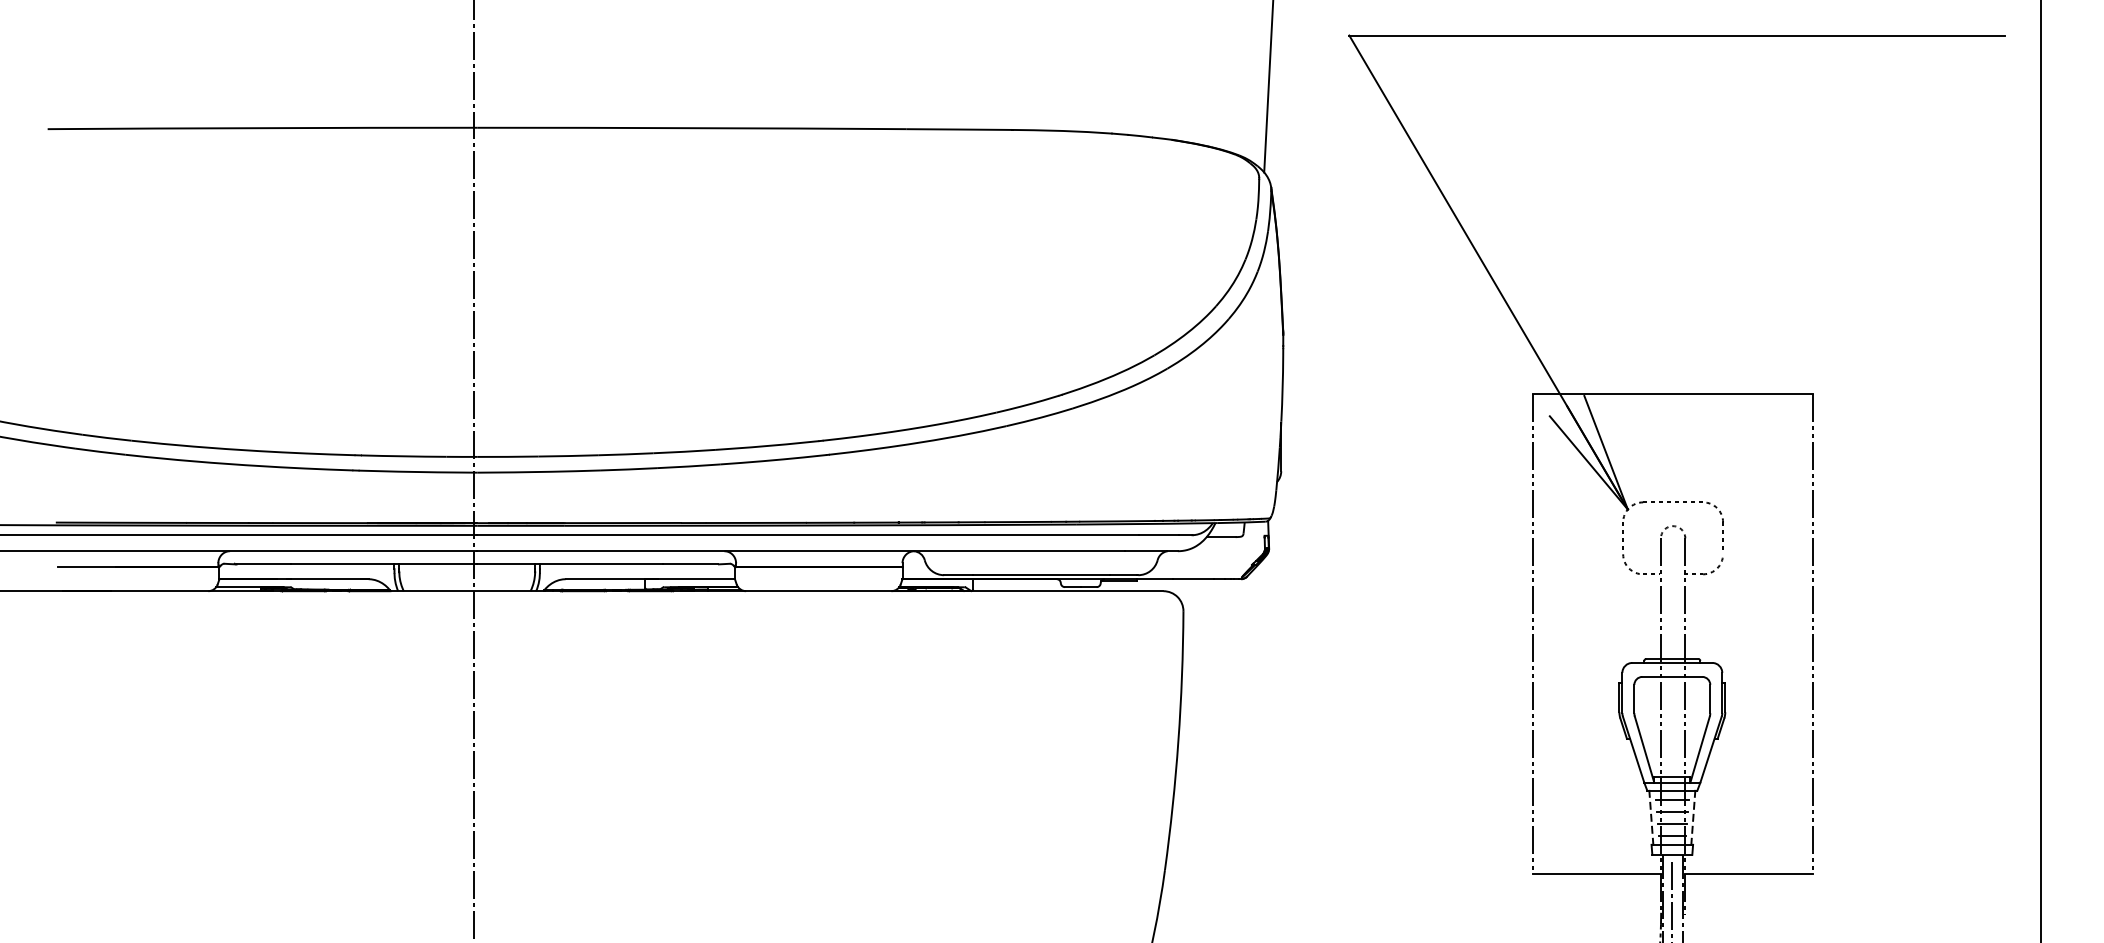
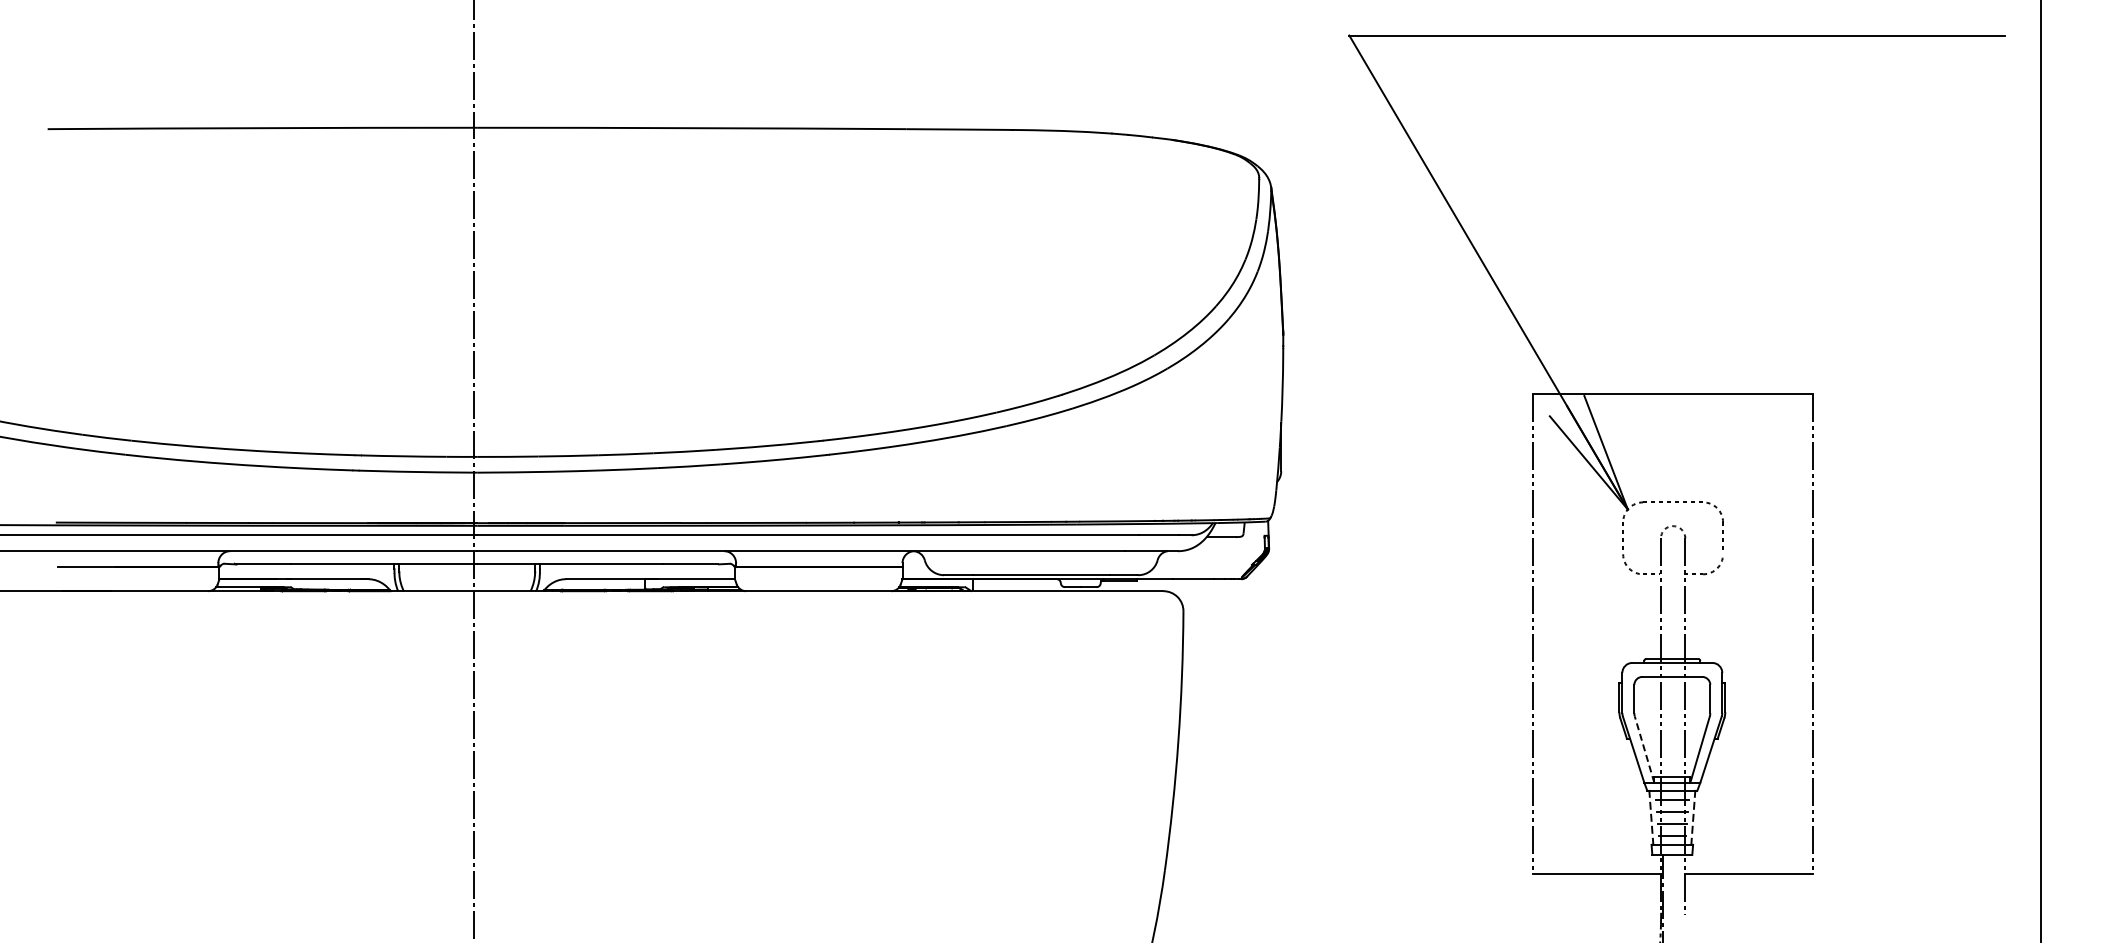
line at (1268, 87): present -> none
line at (1644, 749): solid -> dashed
line at (1682, 896): present -> none
line at (1672, 900): present -> none
